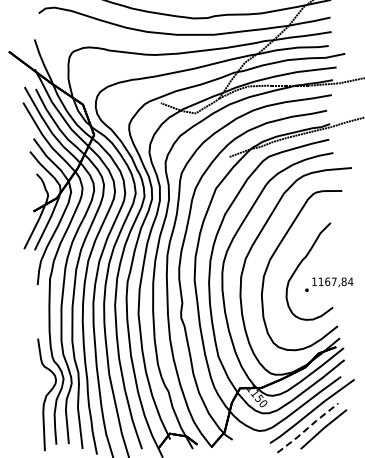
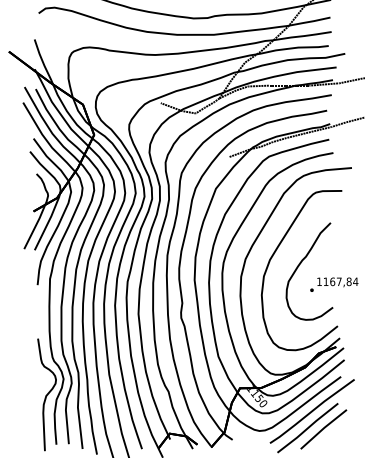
text at (329, 284) position: (329, 284) -> (334, 284)
line at (308, 427): dashed -> solid
